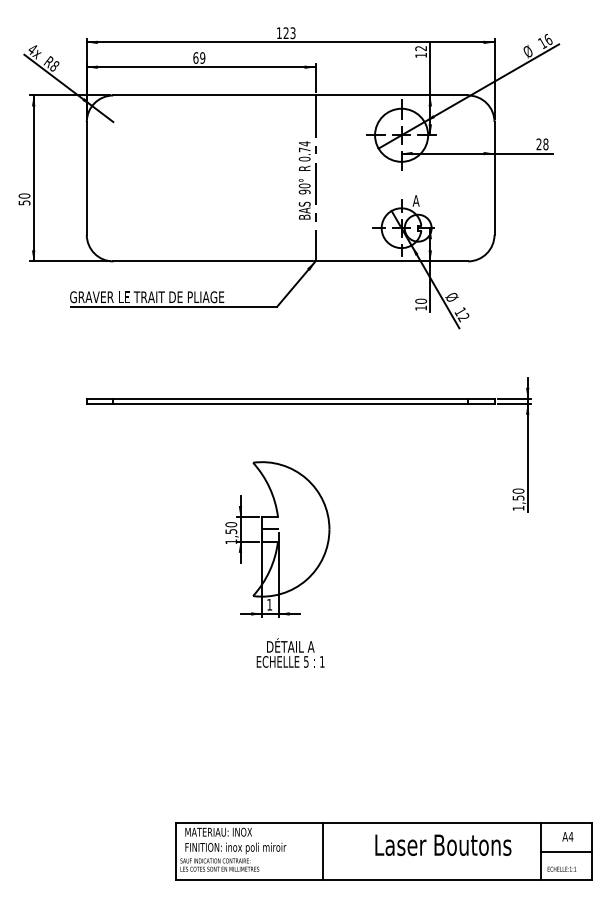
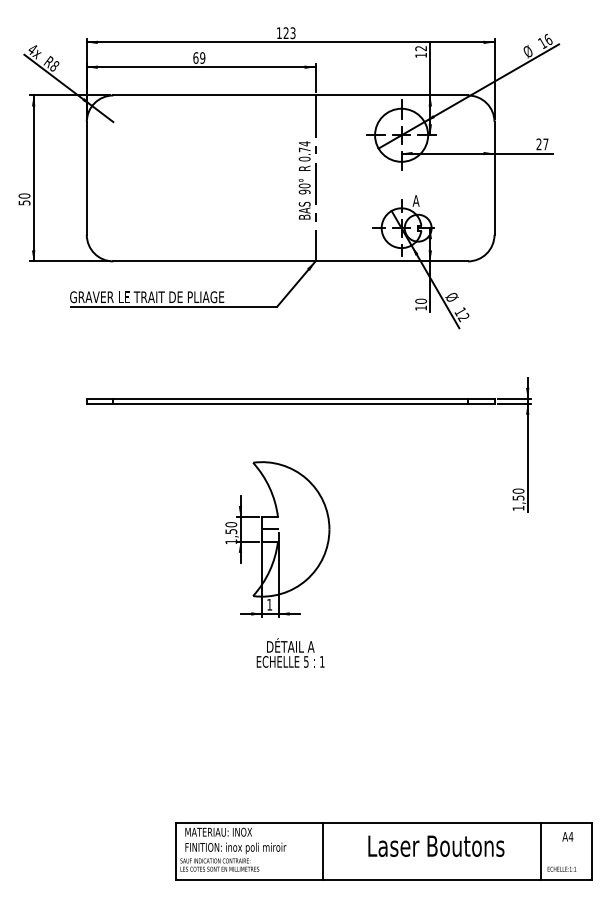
text at (545, 144): 28 -> 27
text at (443, 844) position: (443, 844) -> (436, 845)
line at (566, 851): present -> none
